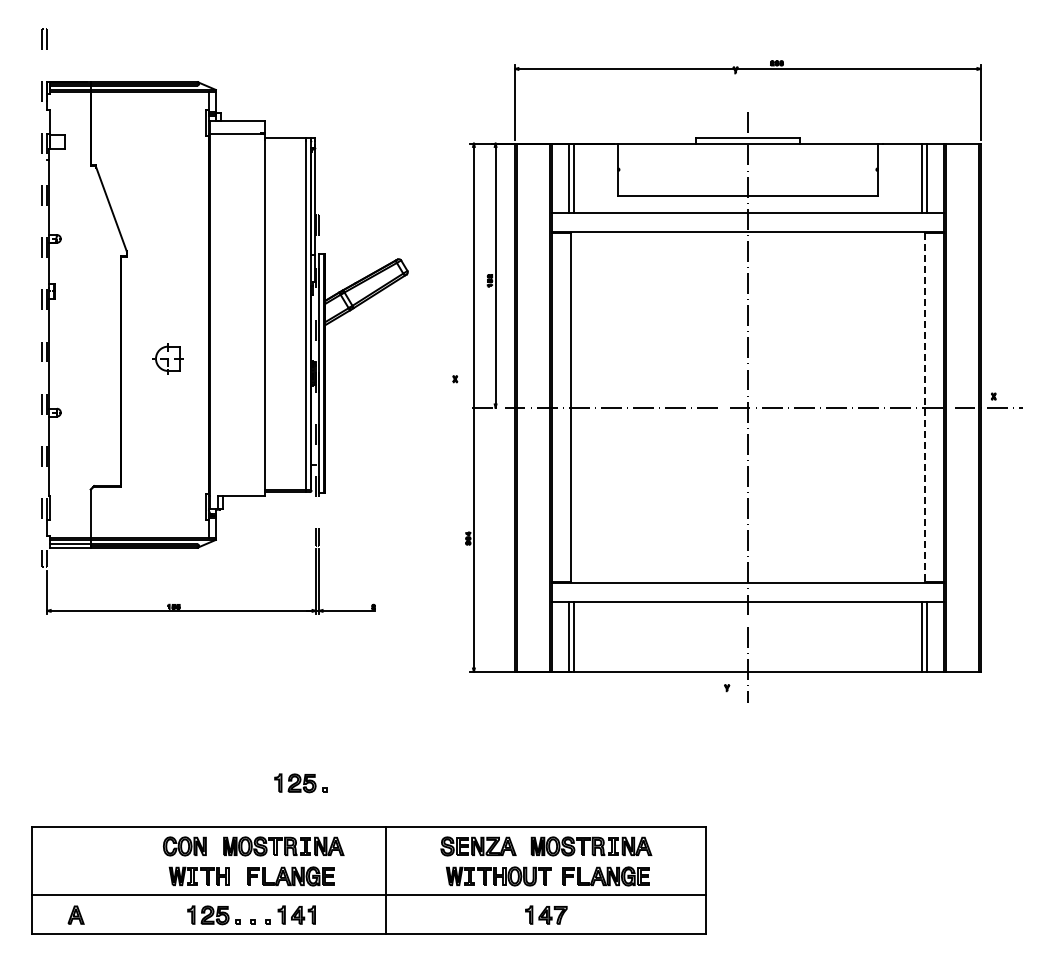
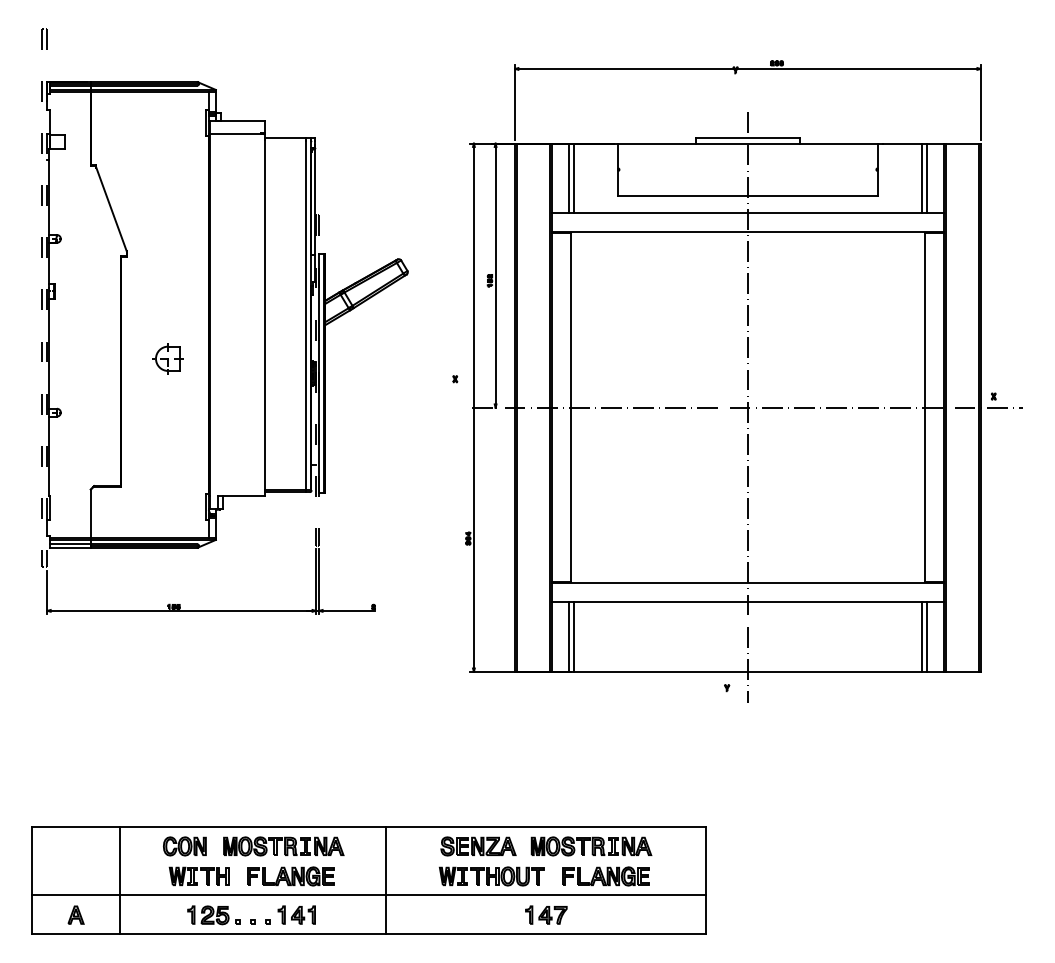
line at (925, 407): dashed -> solid
part at (300, 783): present -> none
part at (498, 876) position: (498, 876) -> (491, 876)
line at (120, 880): none -> present
